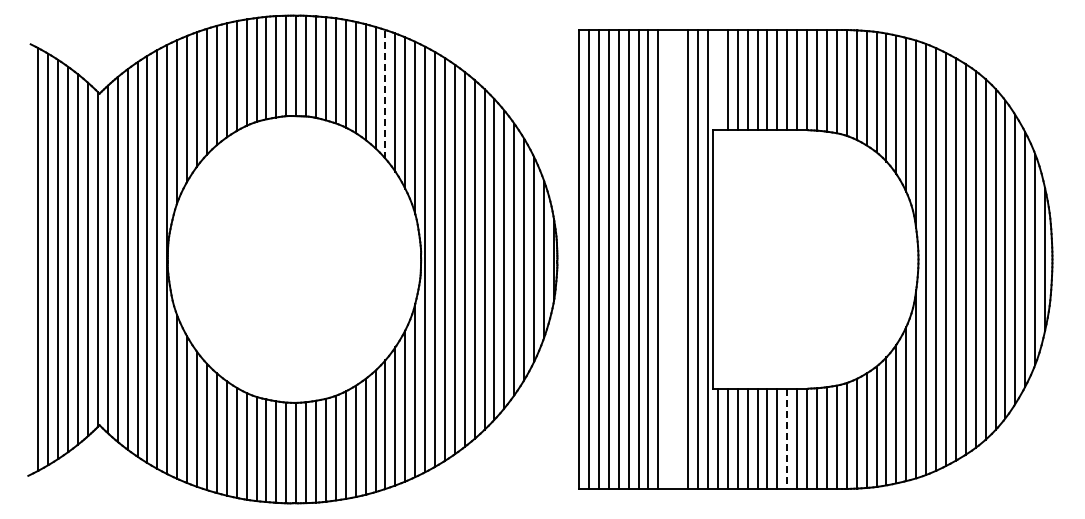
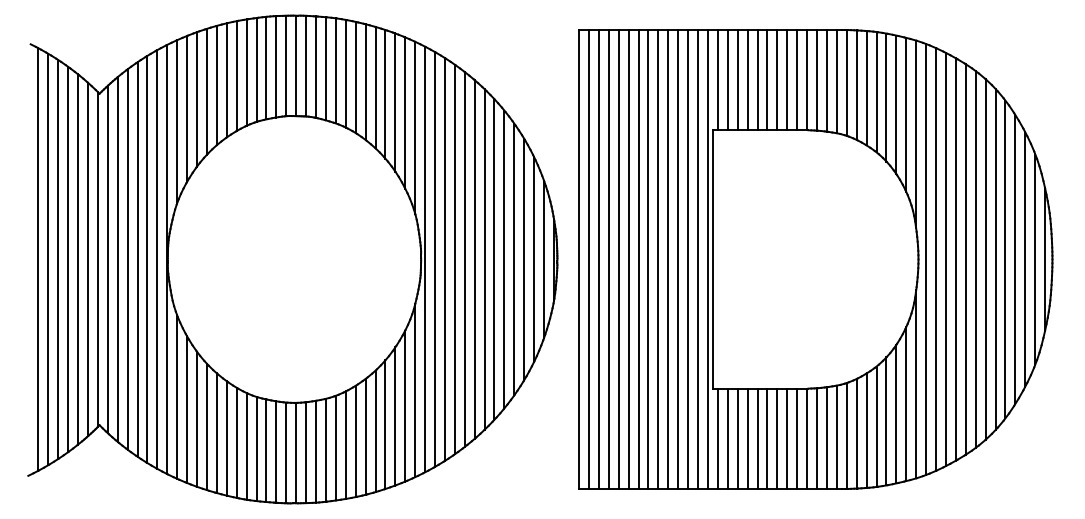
line at (717, 79): none -> present
line at (385, 93): dashed -> solid
line at (668, 259): none -> present
line at (678, 259): none -> present
line at (787, 439): dashed -> solid
